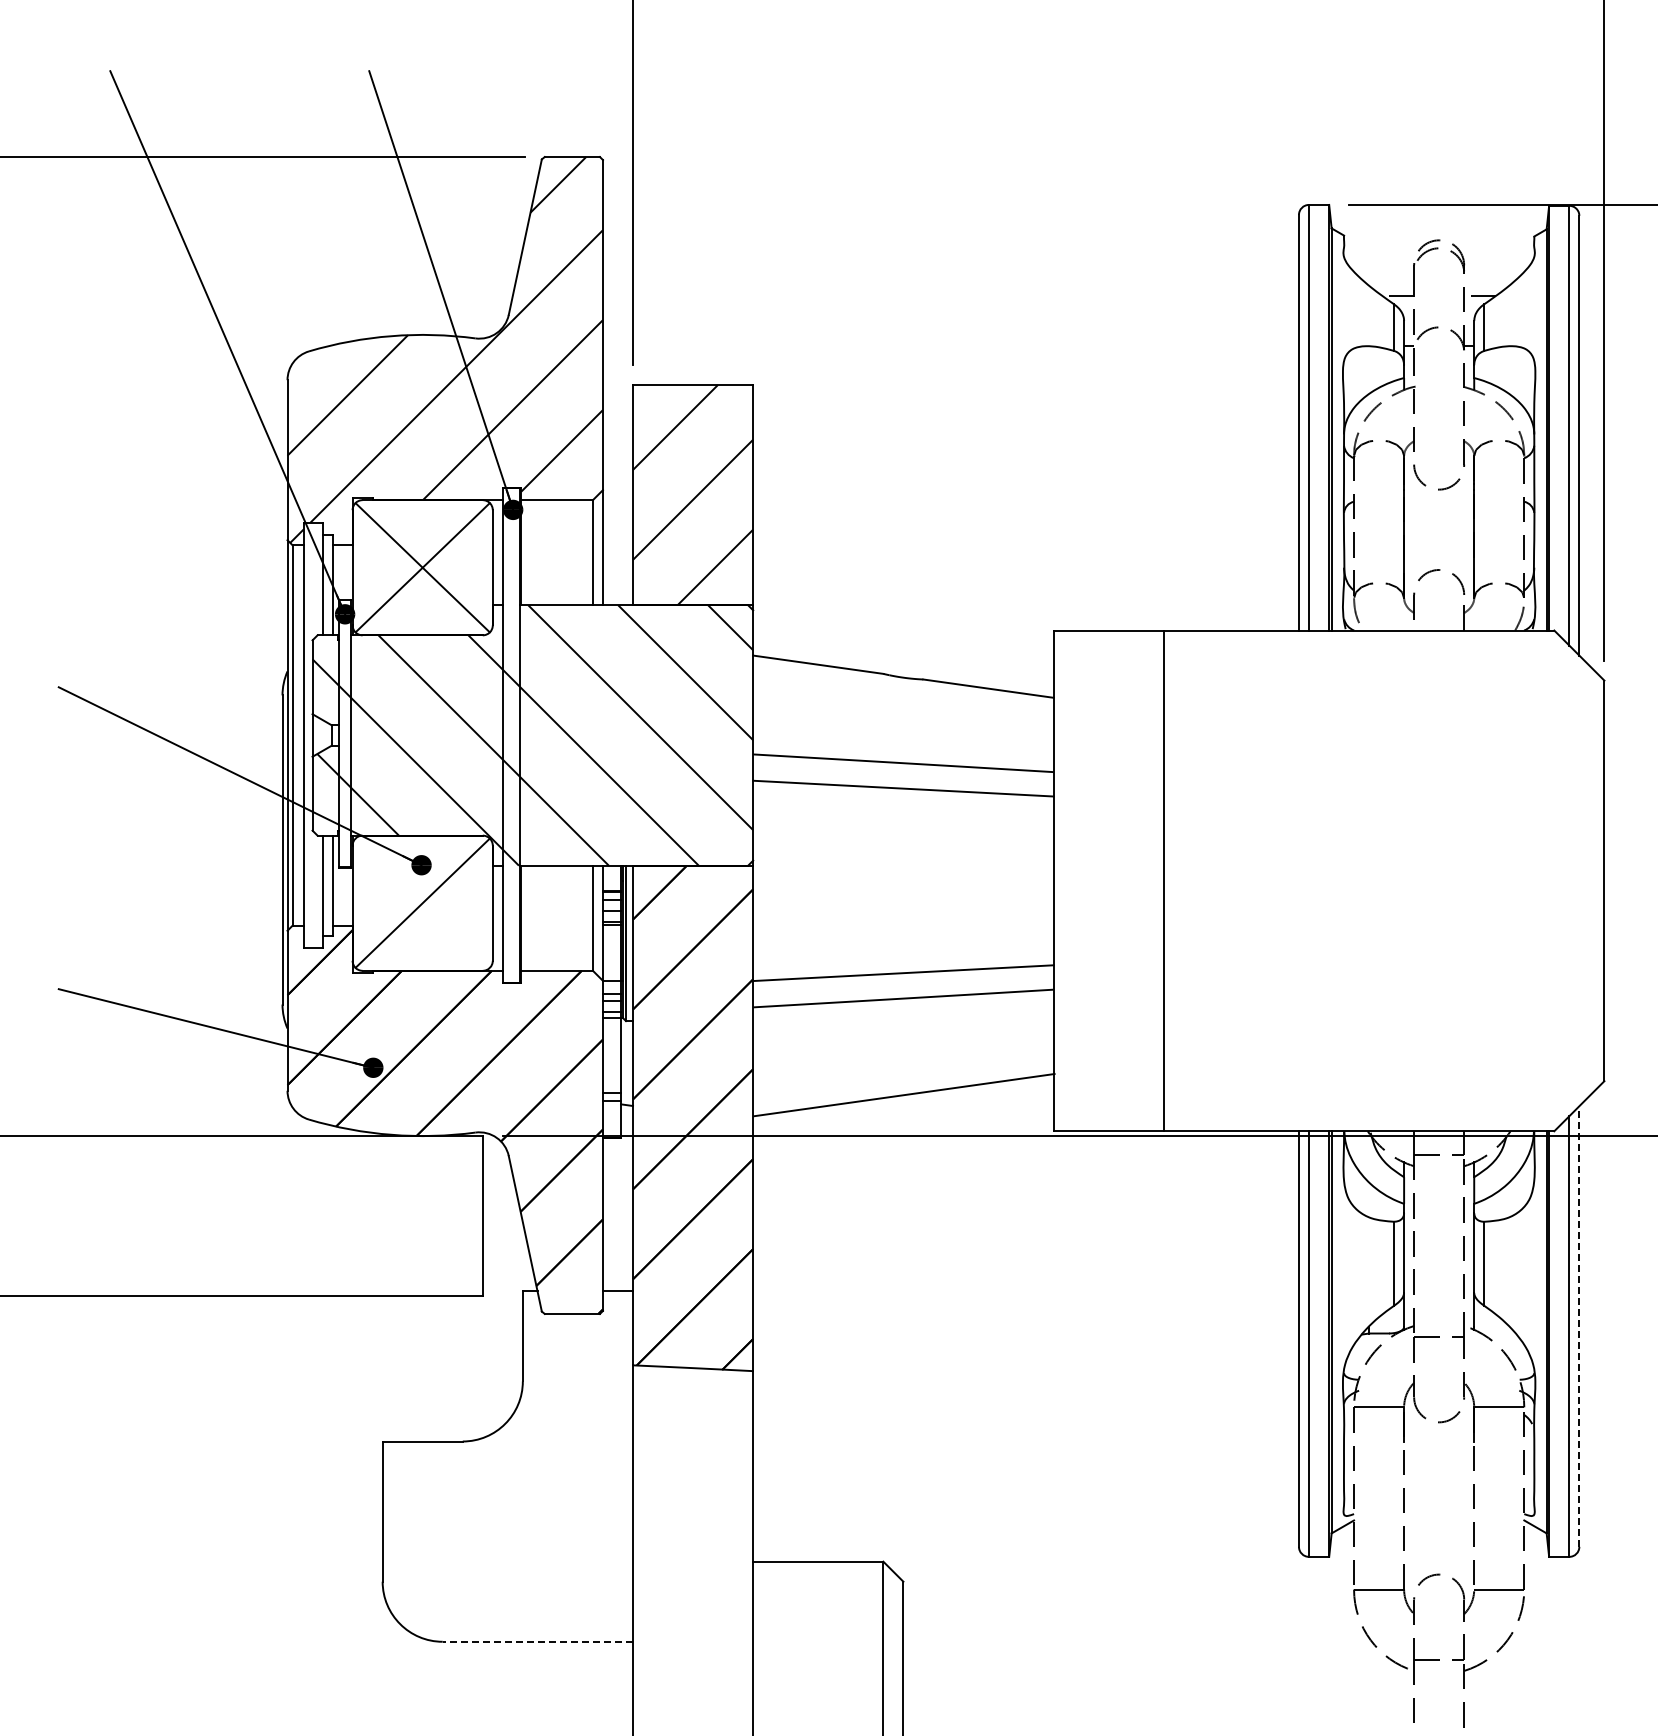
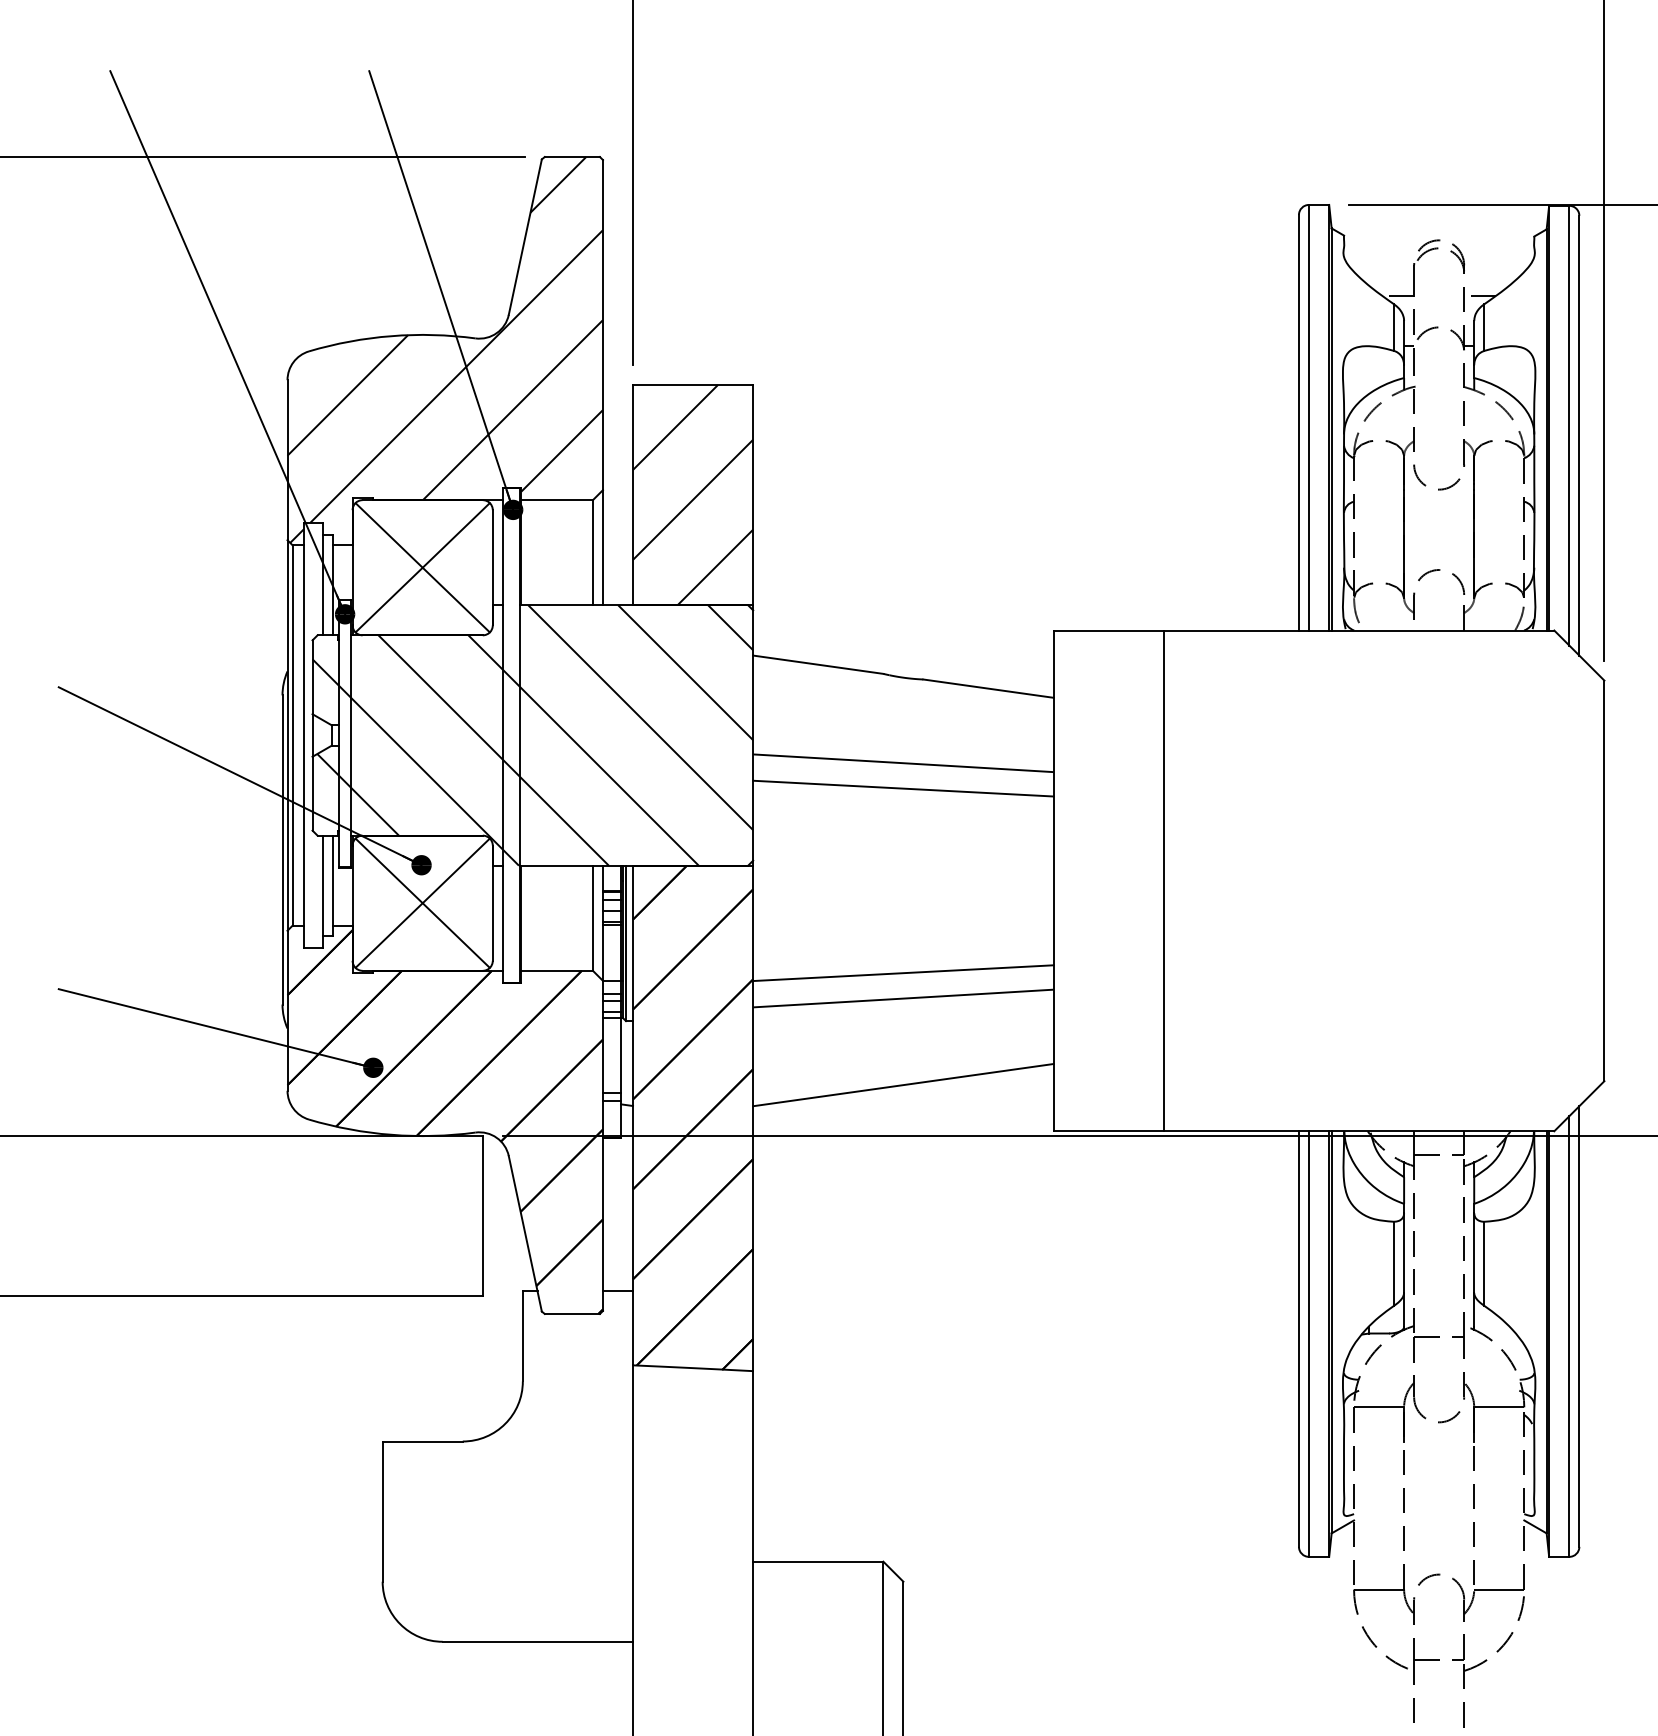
line at (422, 902): none -> present
line at (904, 1095) position: (904, 1095) -> (903, 1085)
line at (1579, 1326): dashed -> solid
line at (537, 1641): dashed -> solid
